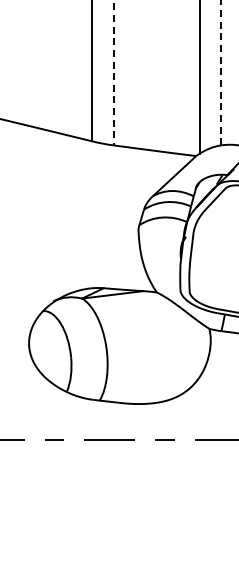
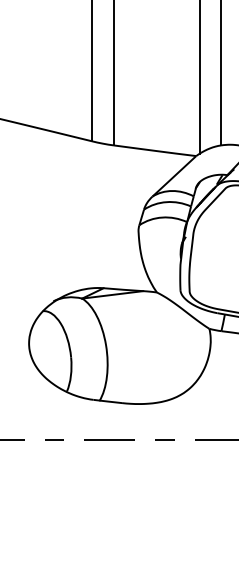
line at (113, 73): dashed -> solid
line at (221, 73): dashed -> solid
